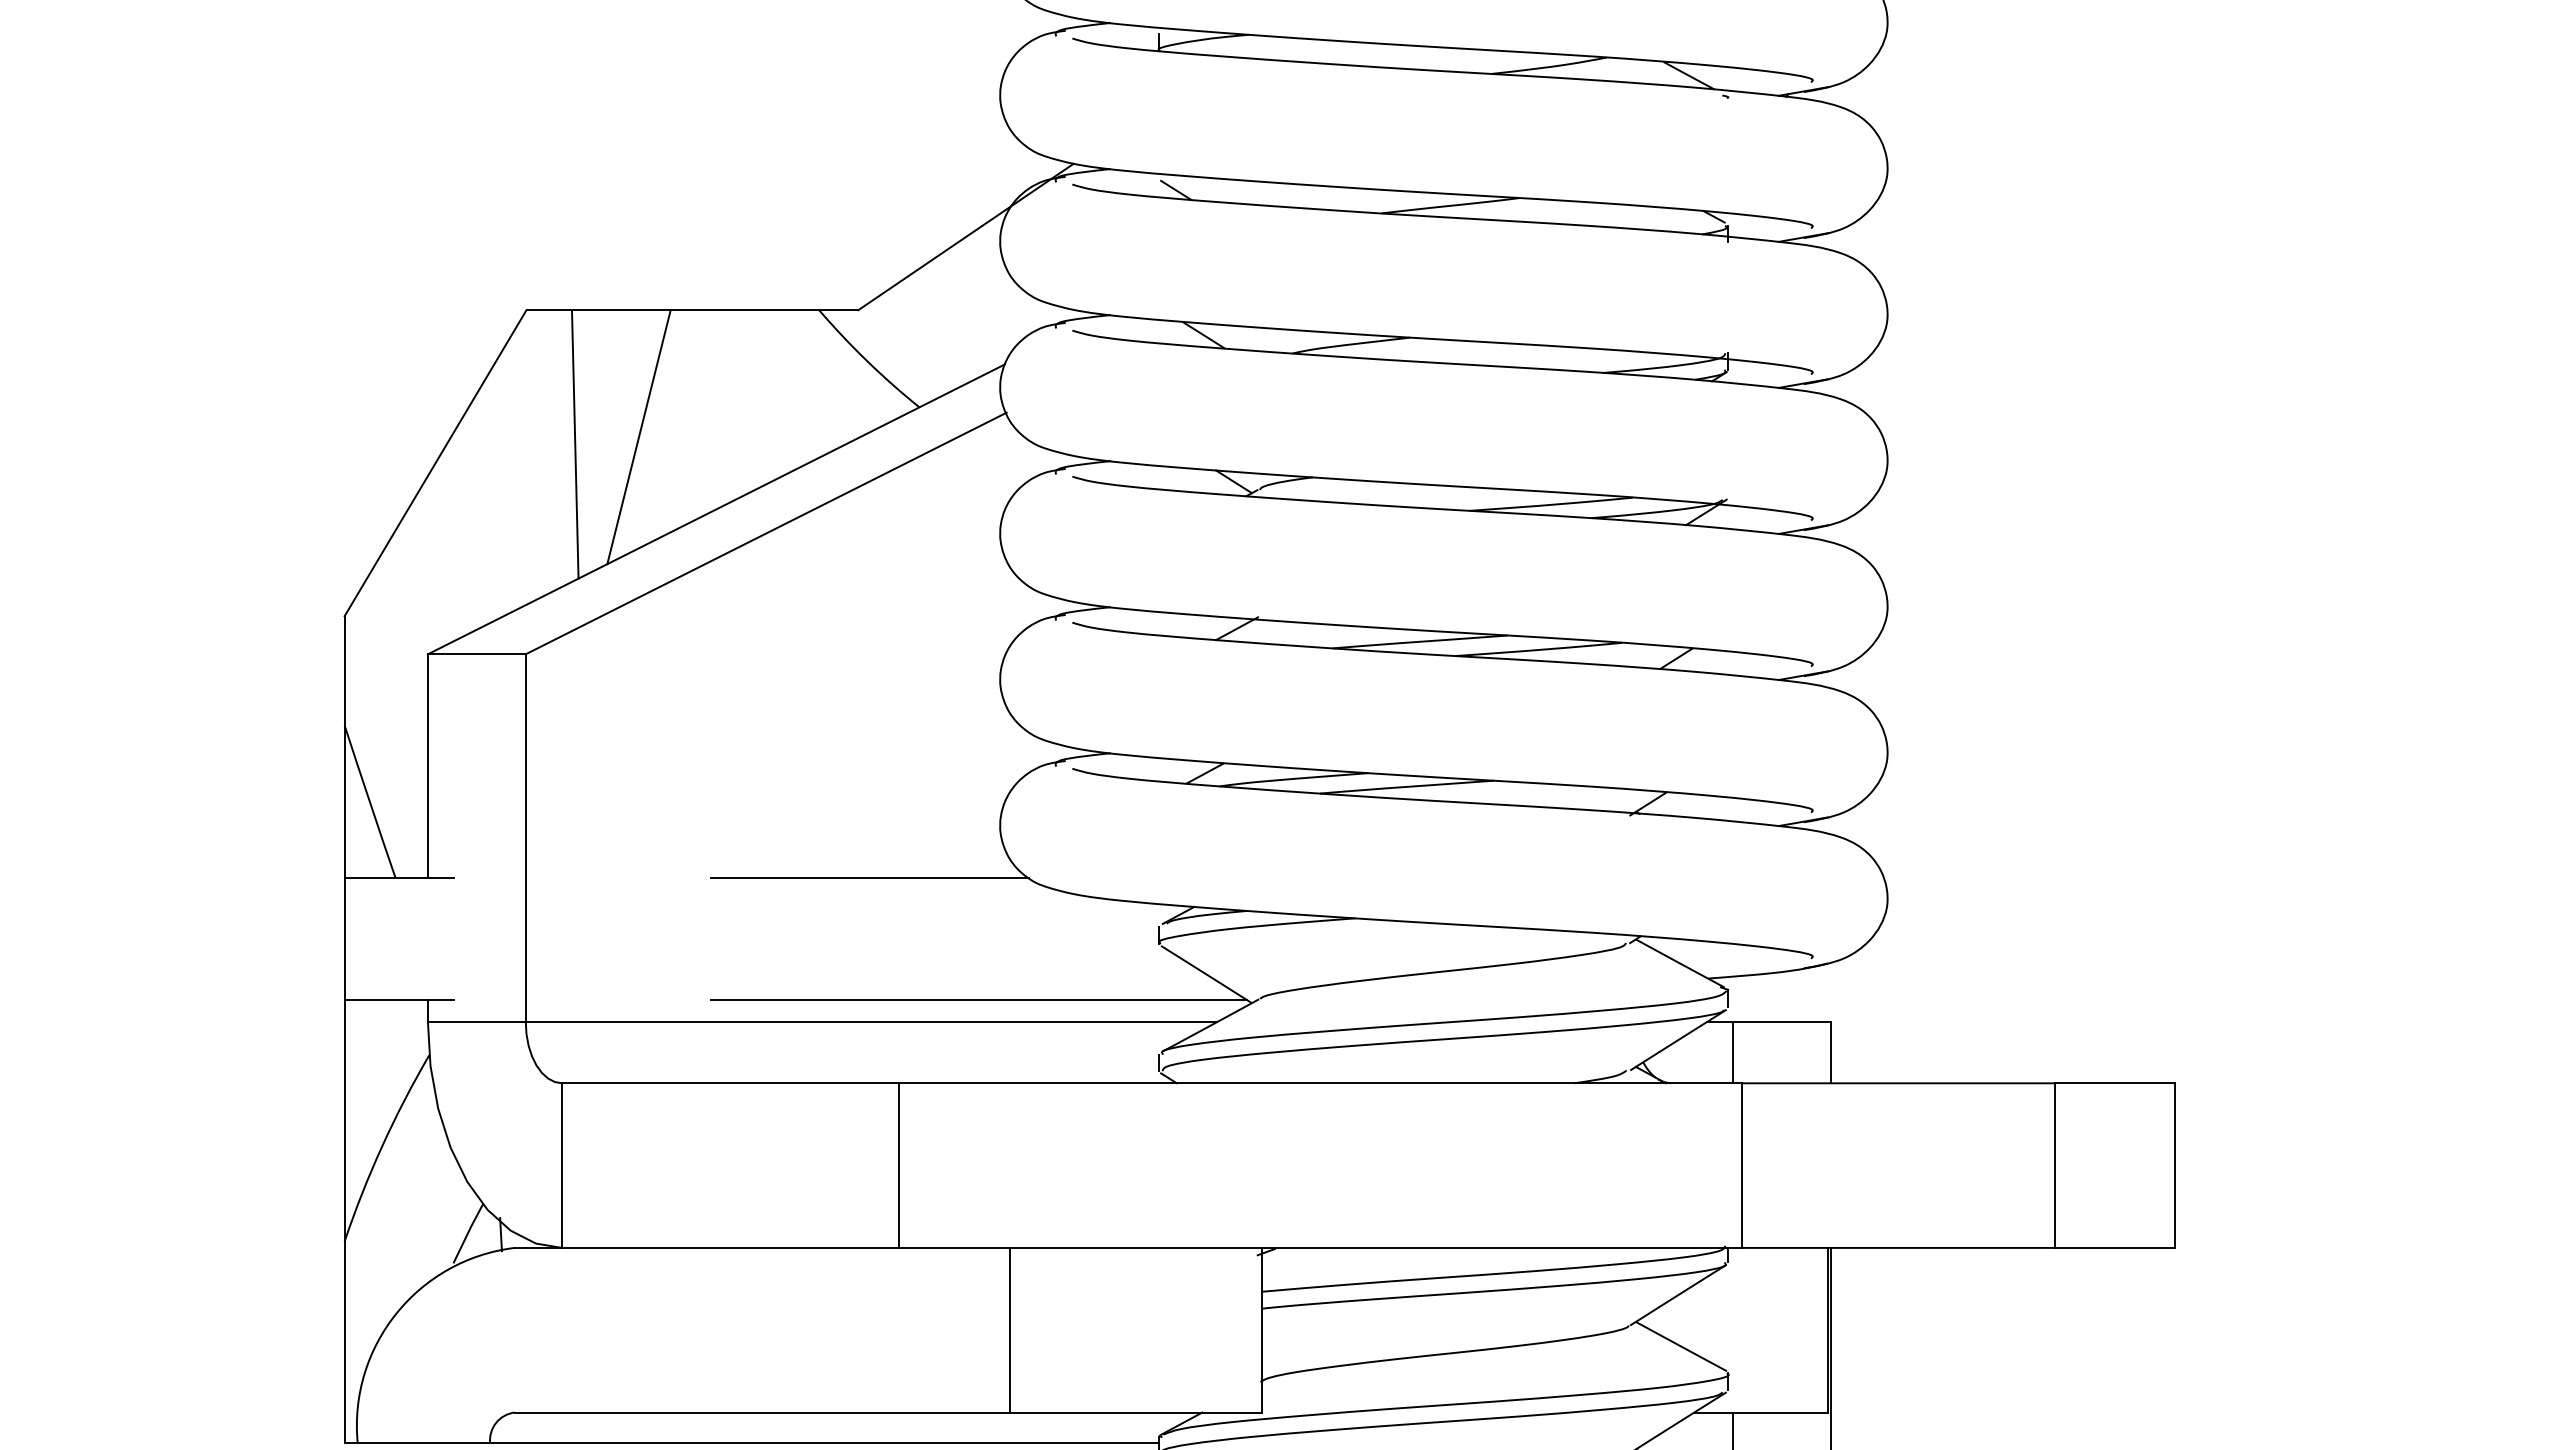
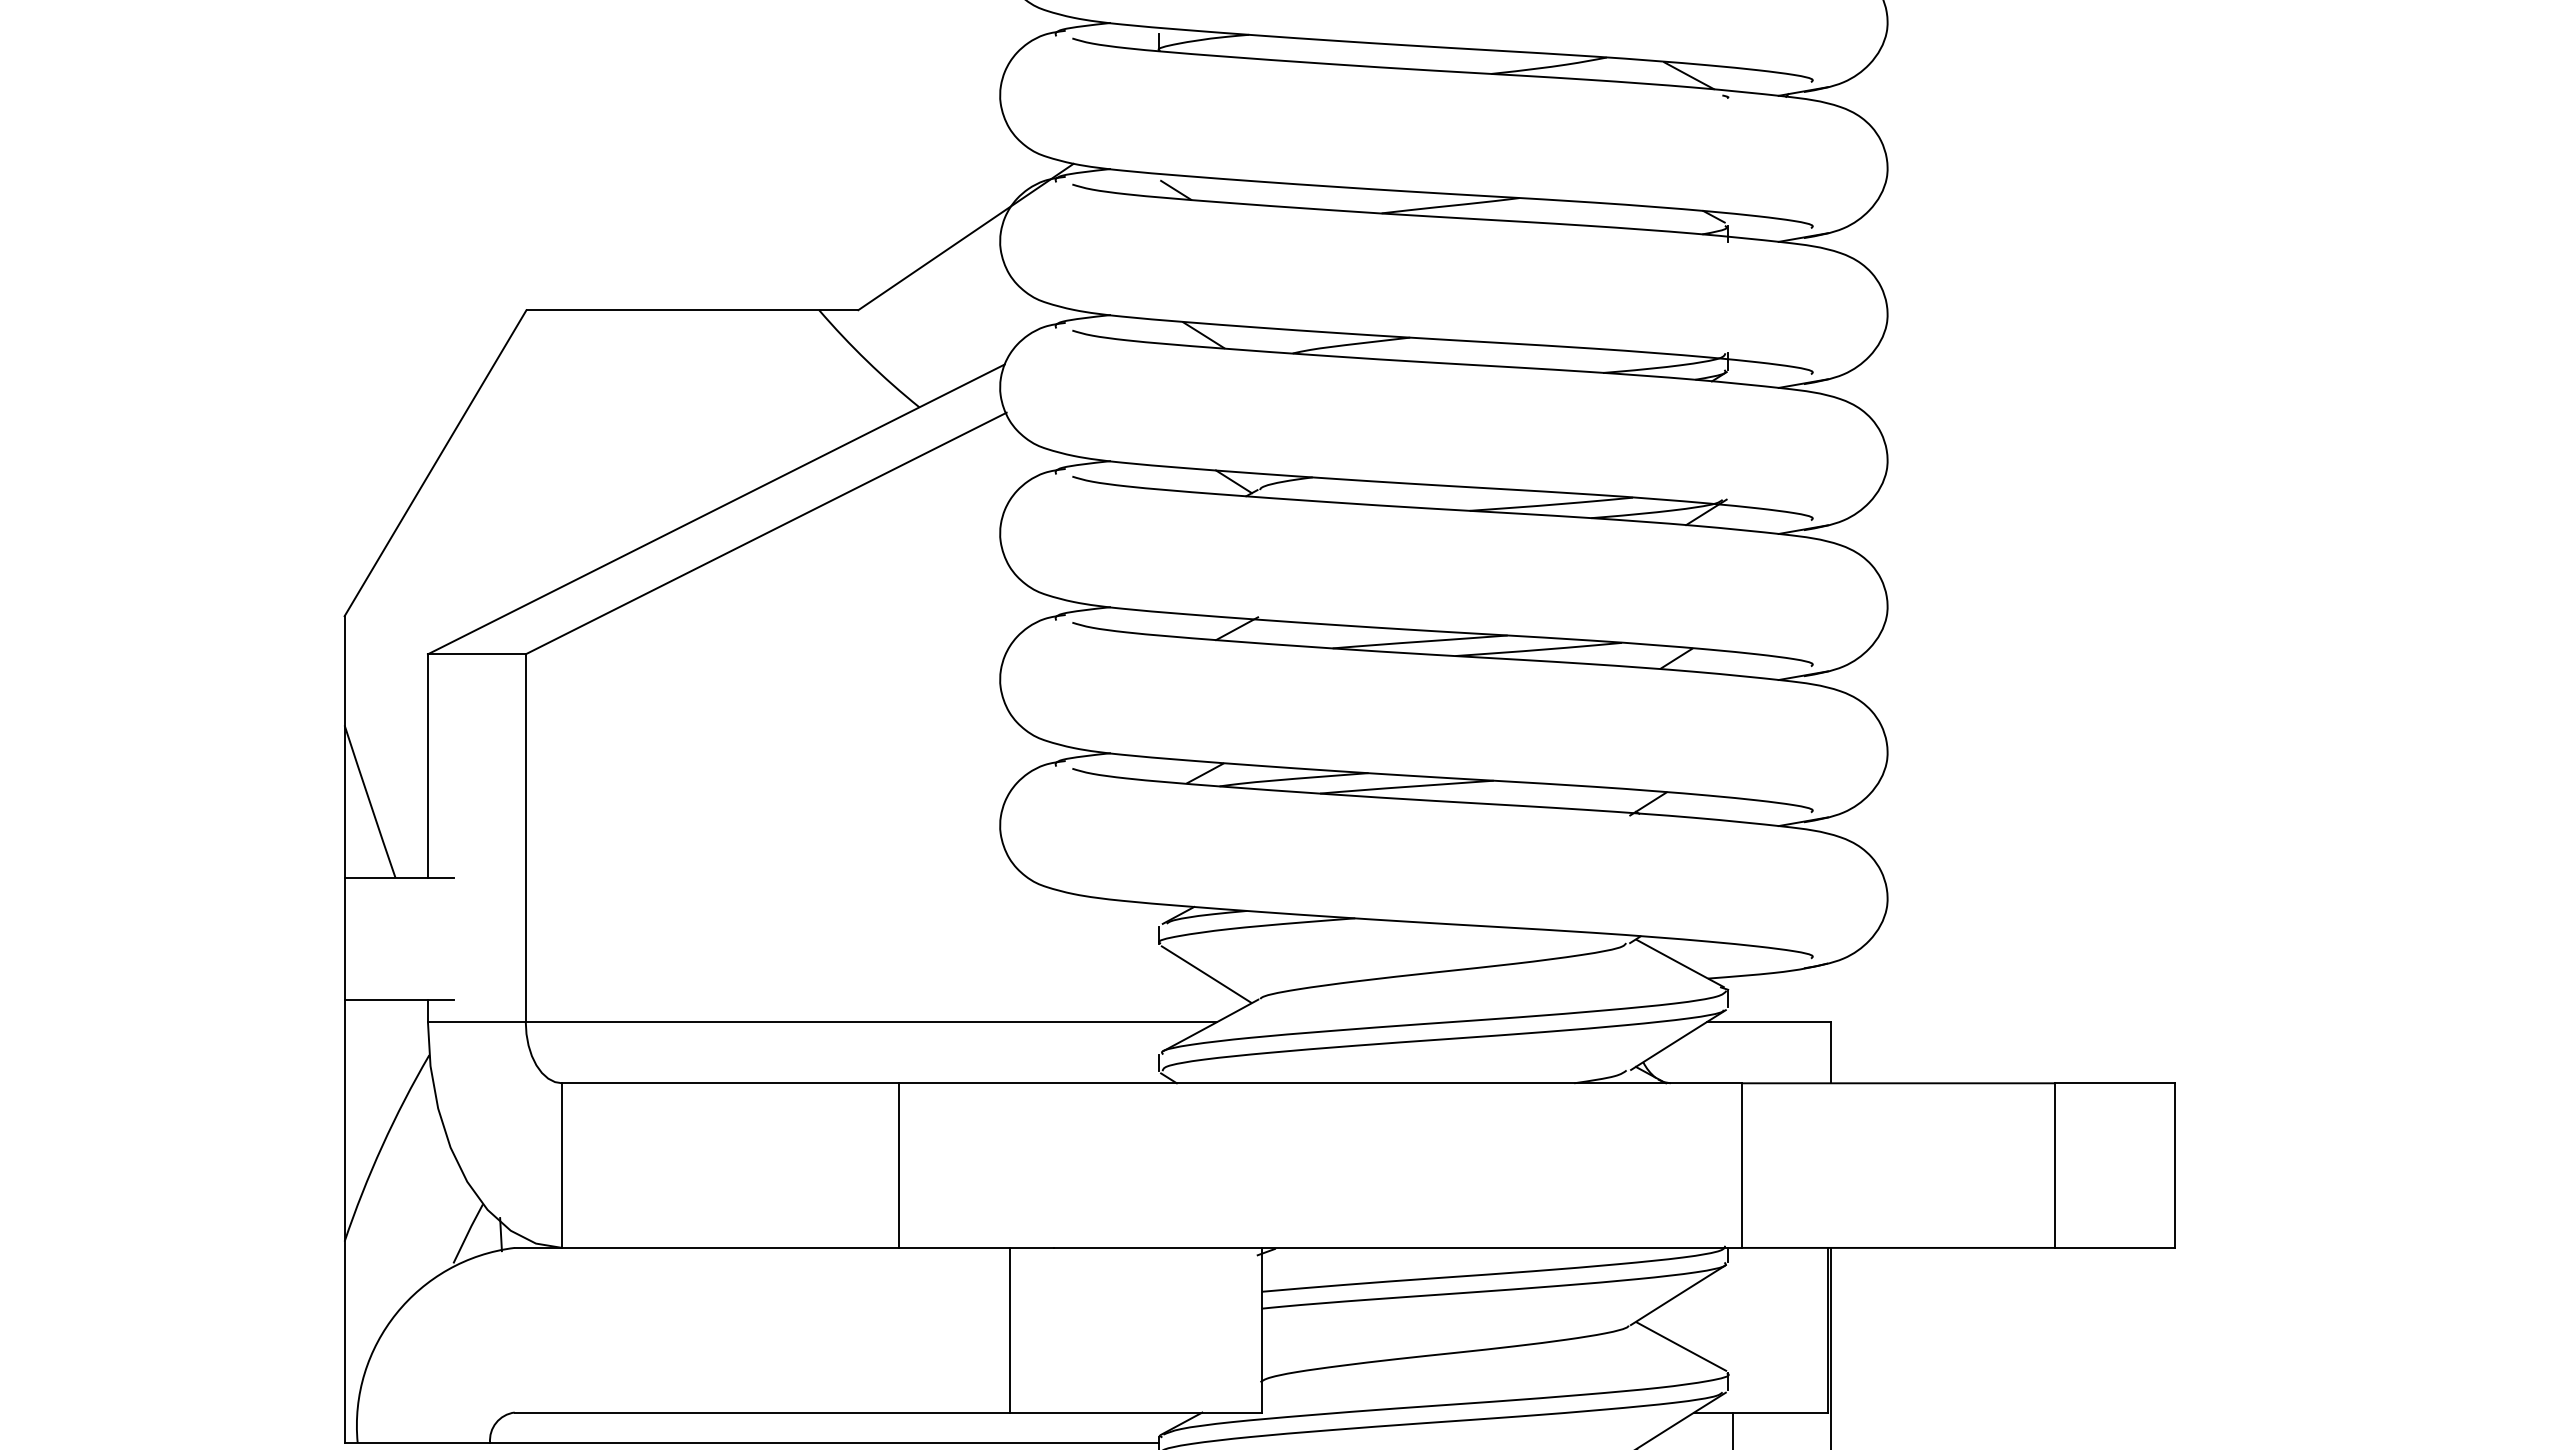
line at (638, 437): present -> none
line at (574, 444): present -> none
line at (870, 877): present -> none
line at (979, 1000): present -> none
line at (1733, 1052): present -> none
